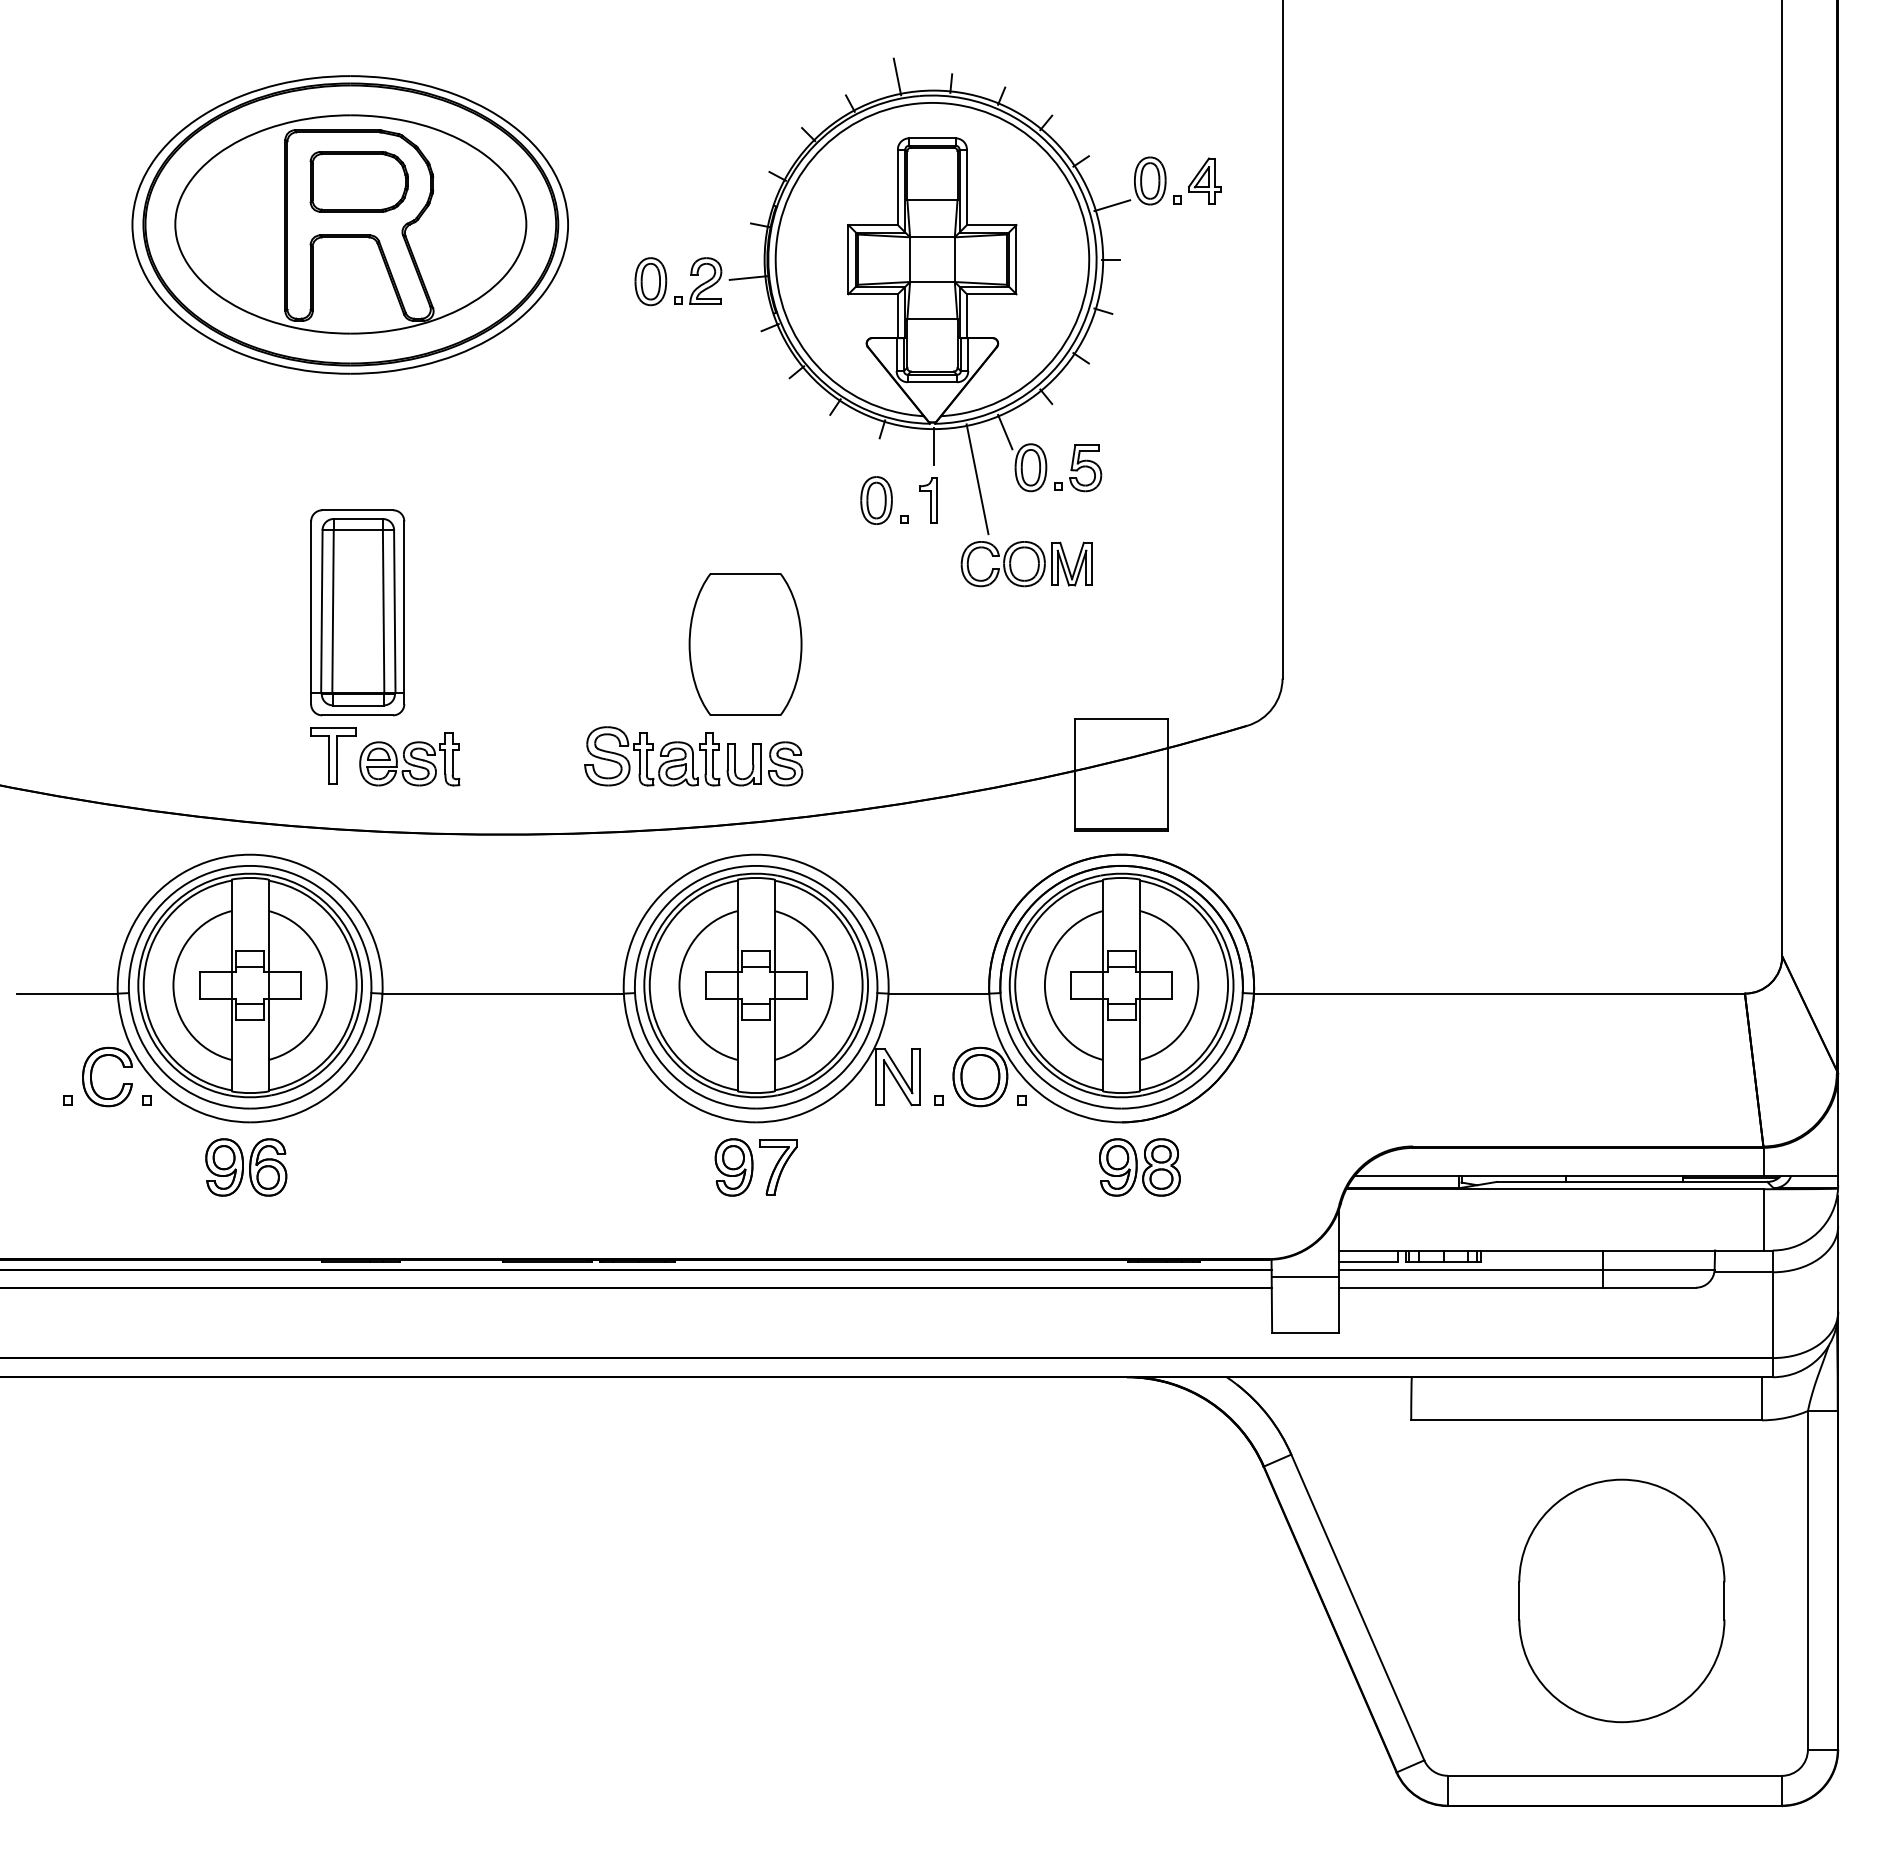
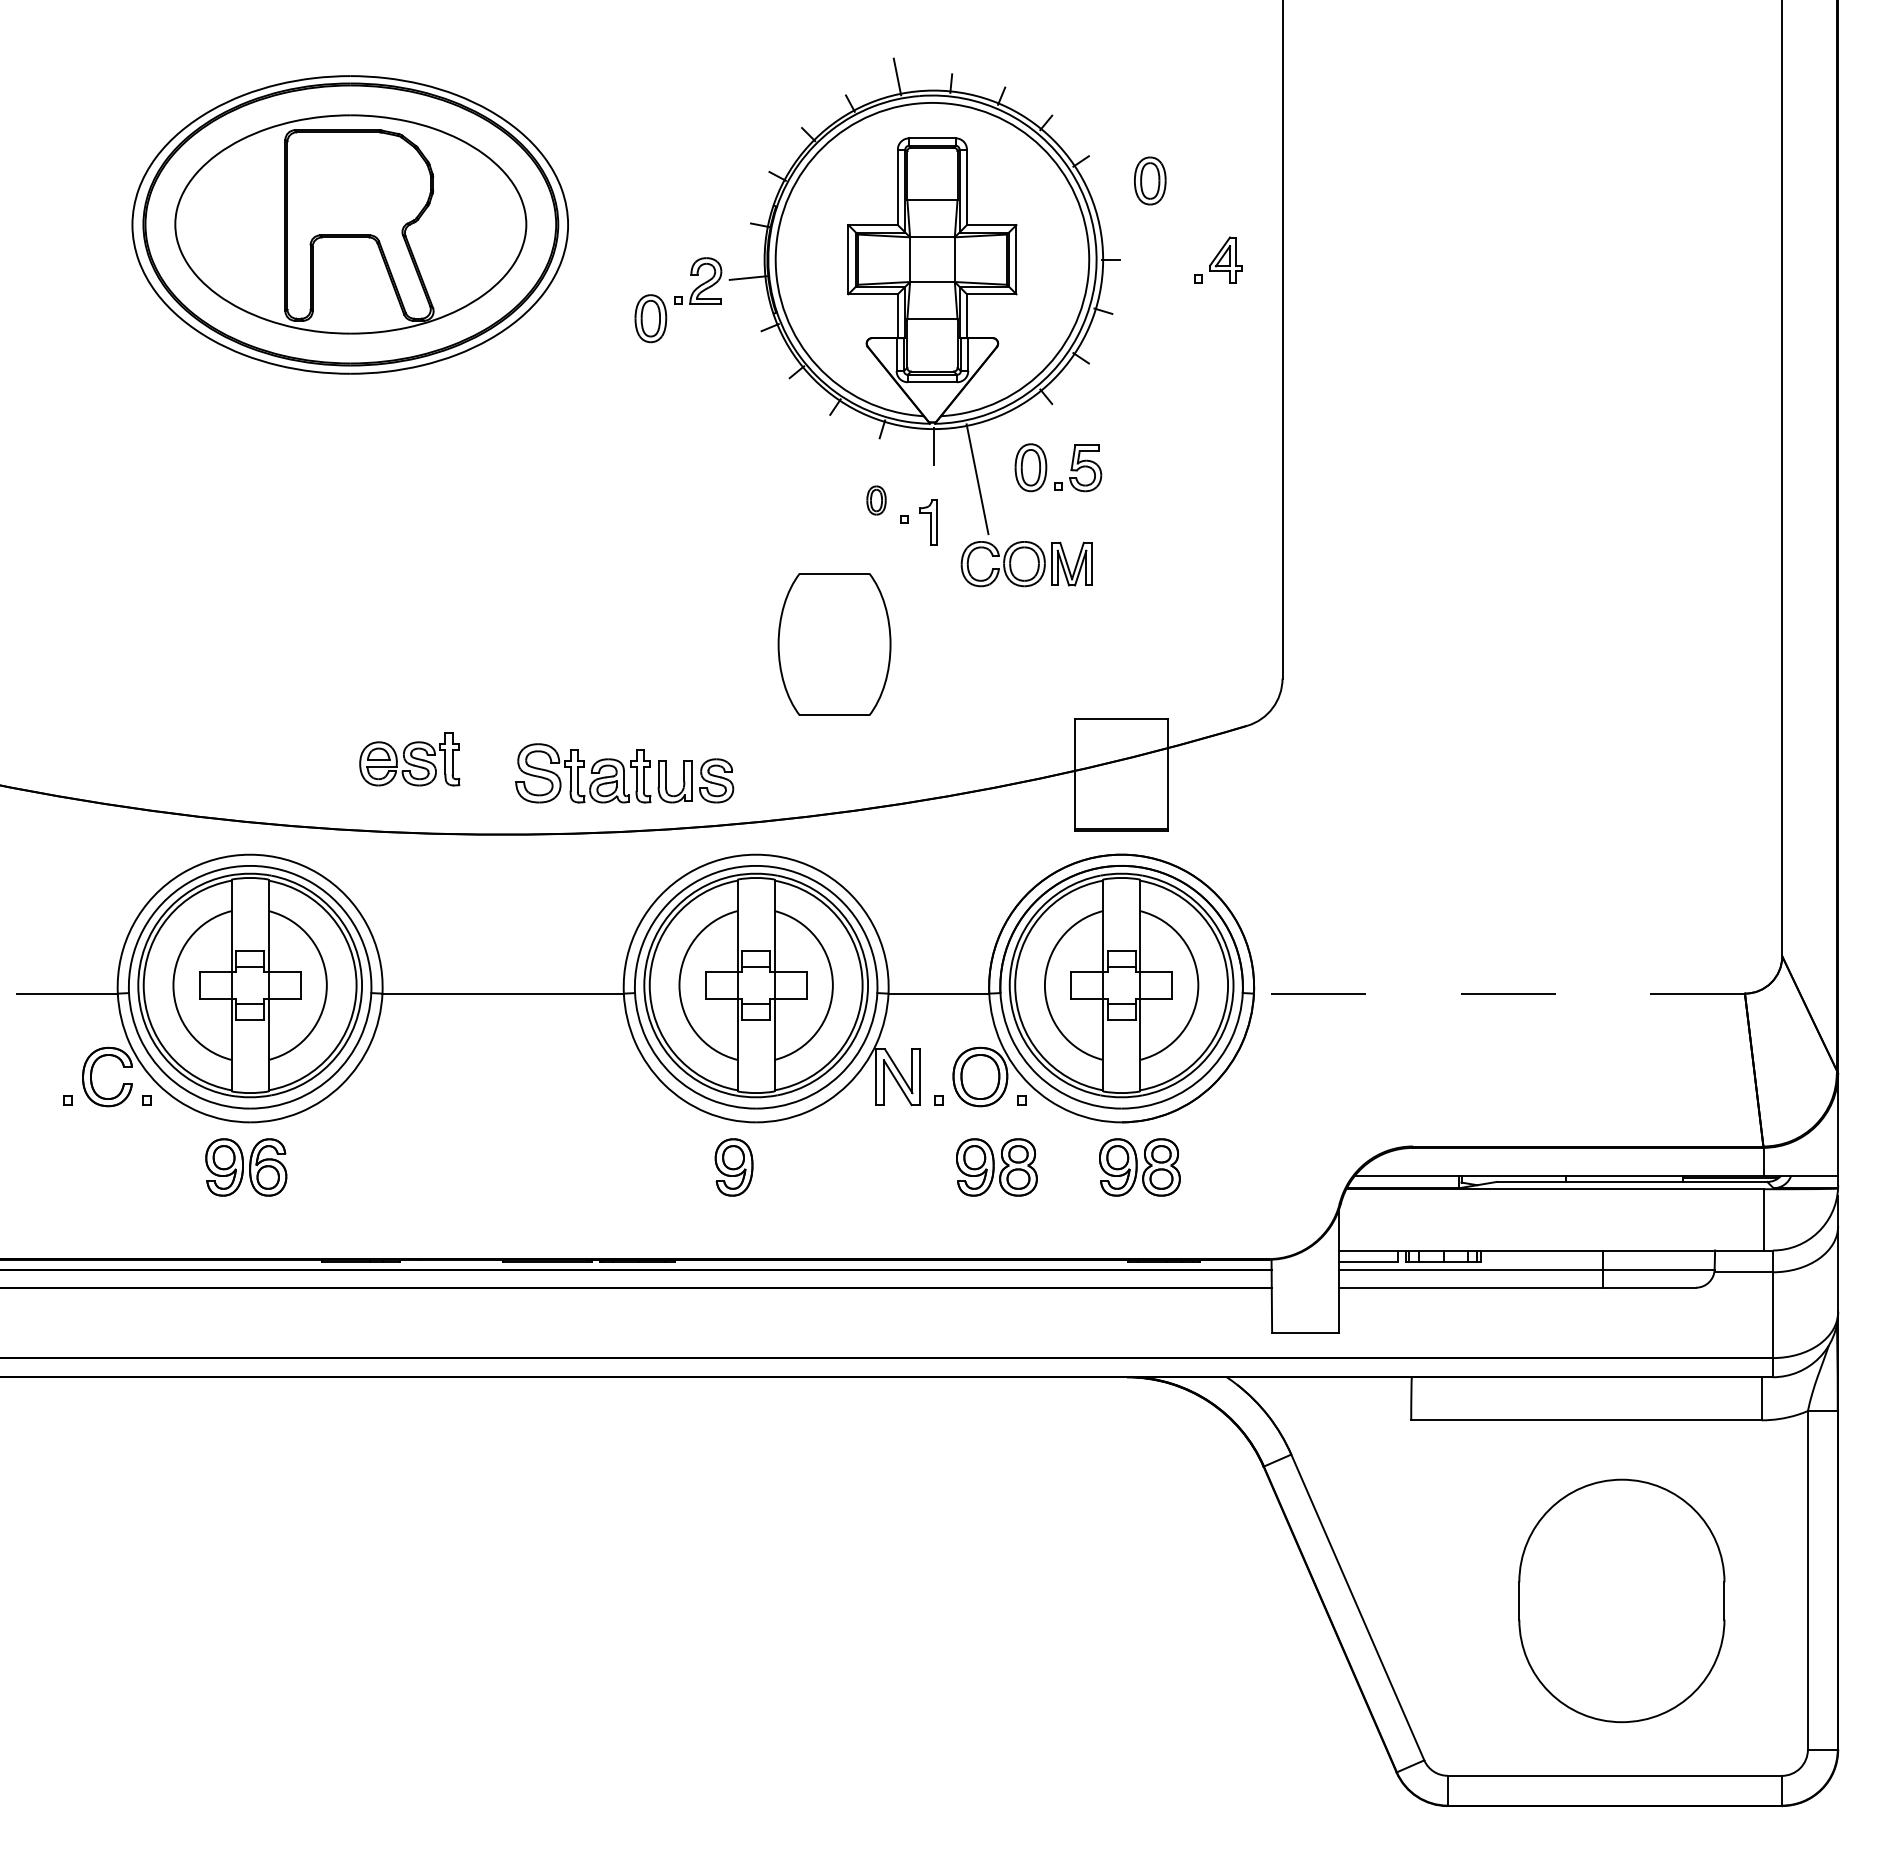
part at (1197, 180) position: (1197, 180) -> (1218, 259)
part at (358, 181): present -> none
line at (1112, 205): present -> none
part at (650, 281) position: (650, 281) -> (650, 318)
line at (1005, 431): present -> none
part at (876, 500) size: 33x49 px -> 21x31 px
part at (928, 500) position: (928, 500) -> (928, 522)
part at (357, 612): present -> none
part at (745, 644) position: (745, 644) -> (834, 644)
part at (333, 755): present -> none
part at (693, 756) position: (693, 756) -> (624, 773)
line at (1499, 993): solid -> dashed
part at (778, 1167): present -> none
part at (996, 1167): none -> present
line at (1304, 1276): present -> none
